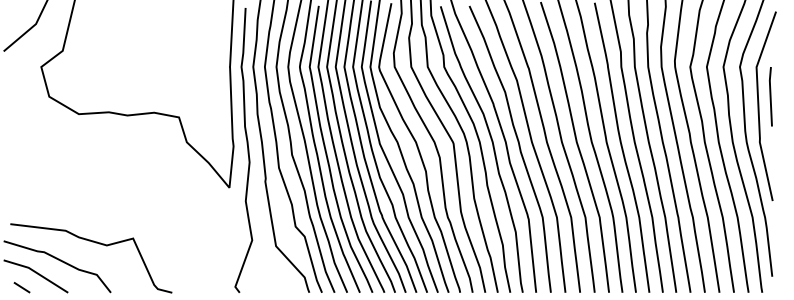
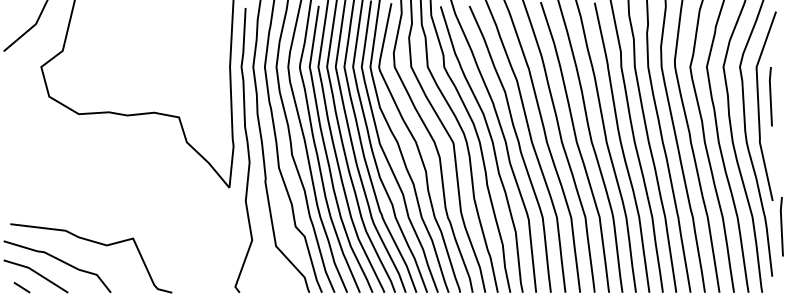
line at (781, 226): none -> present
